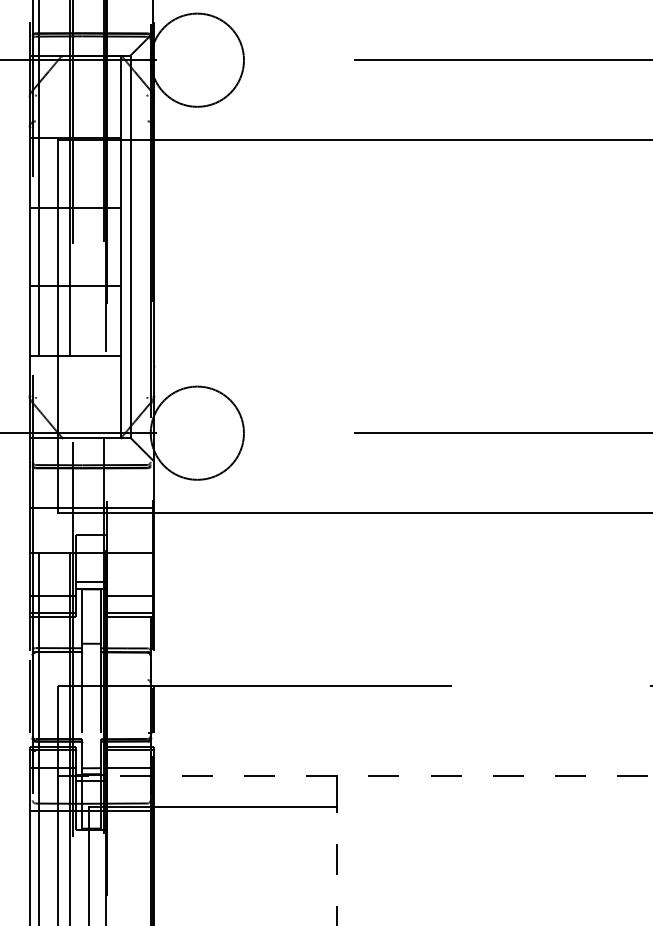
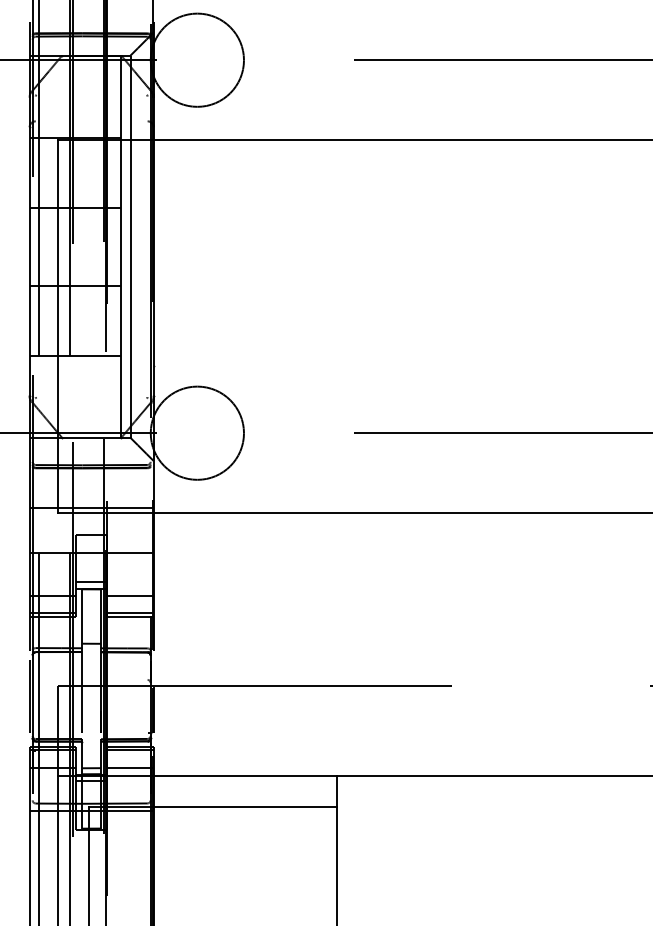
line at (355, 775): dashed -> solid
line at (337, 865): dashed -> solid
